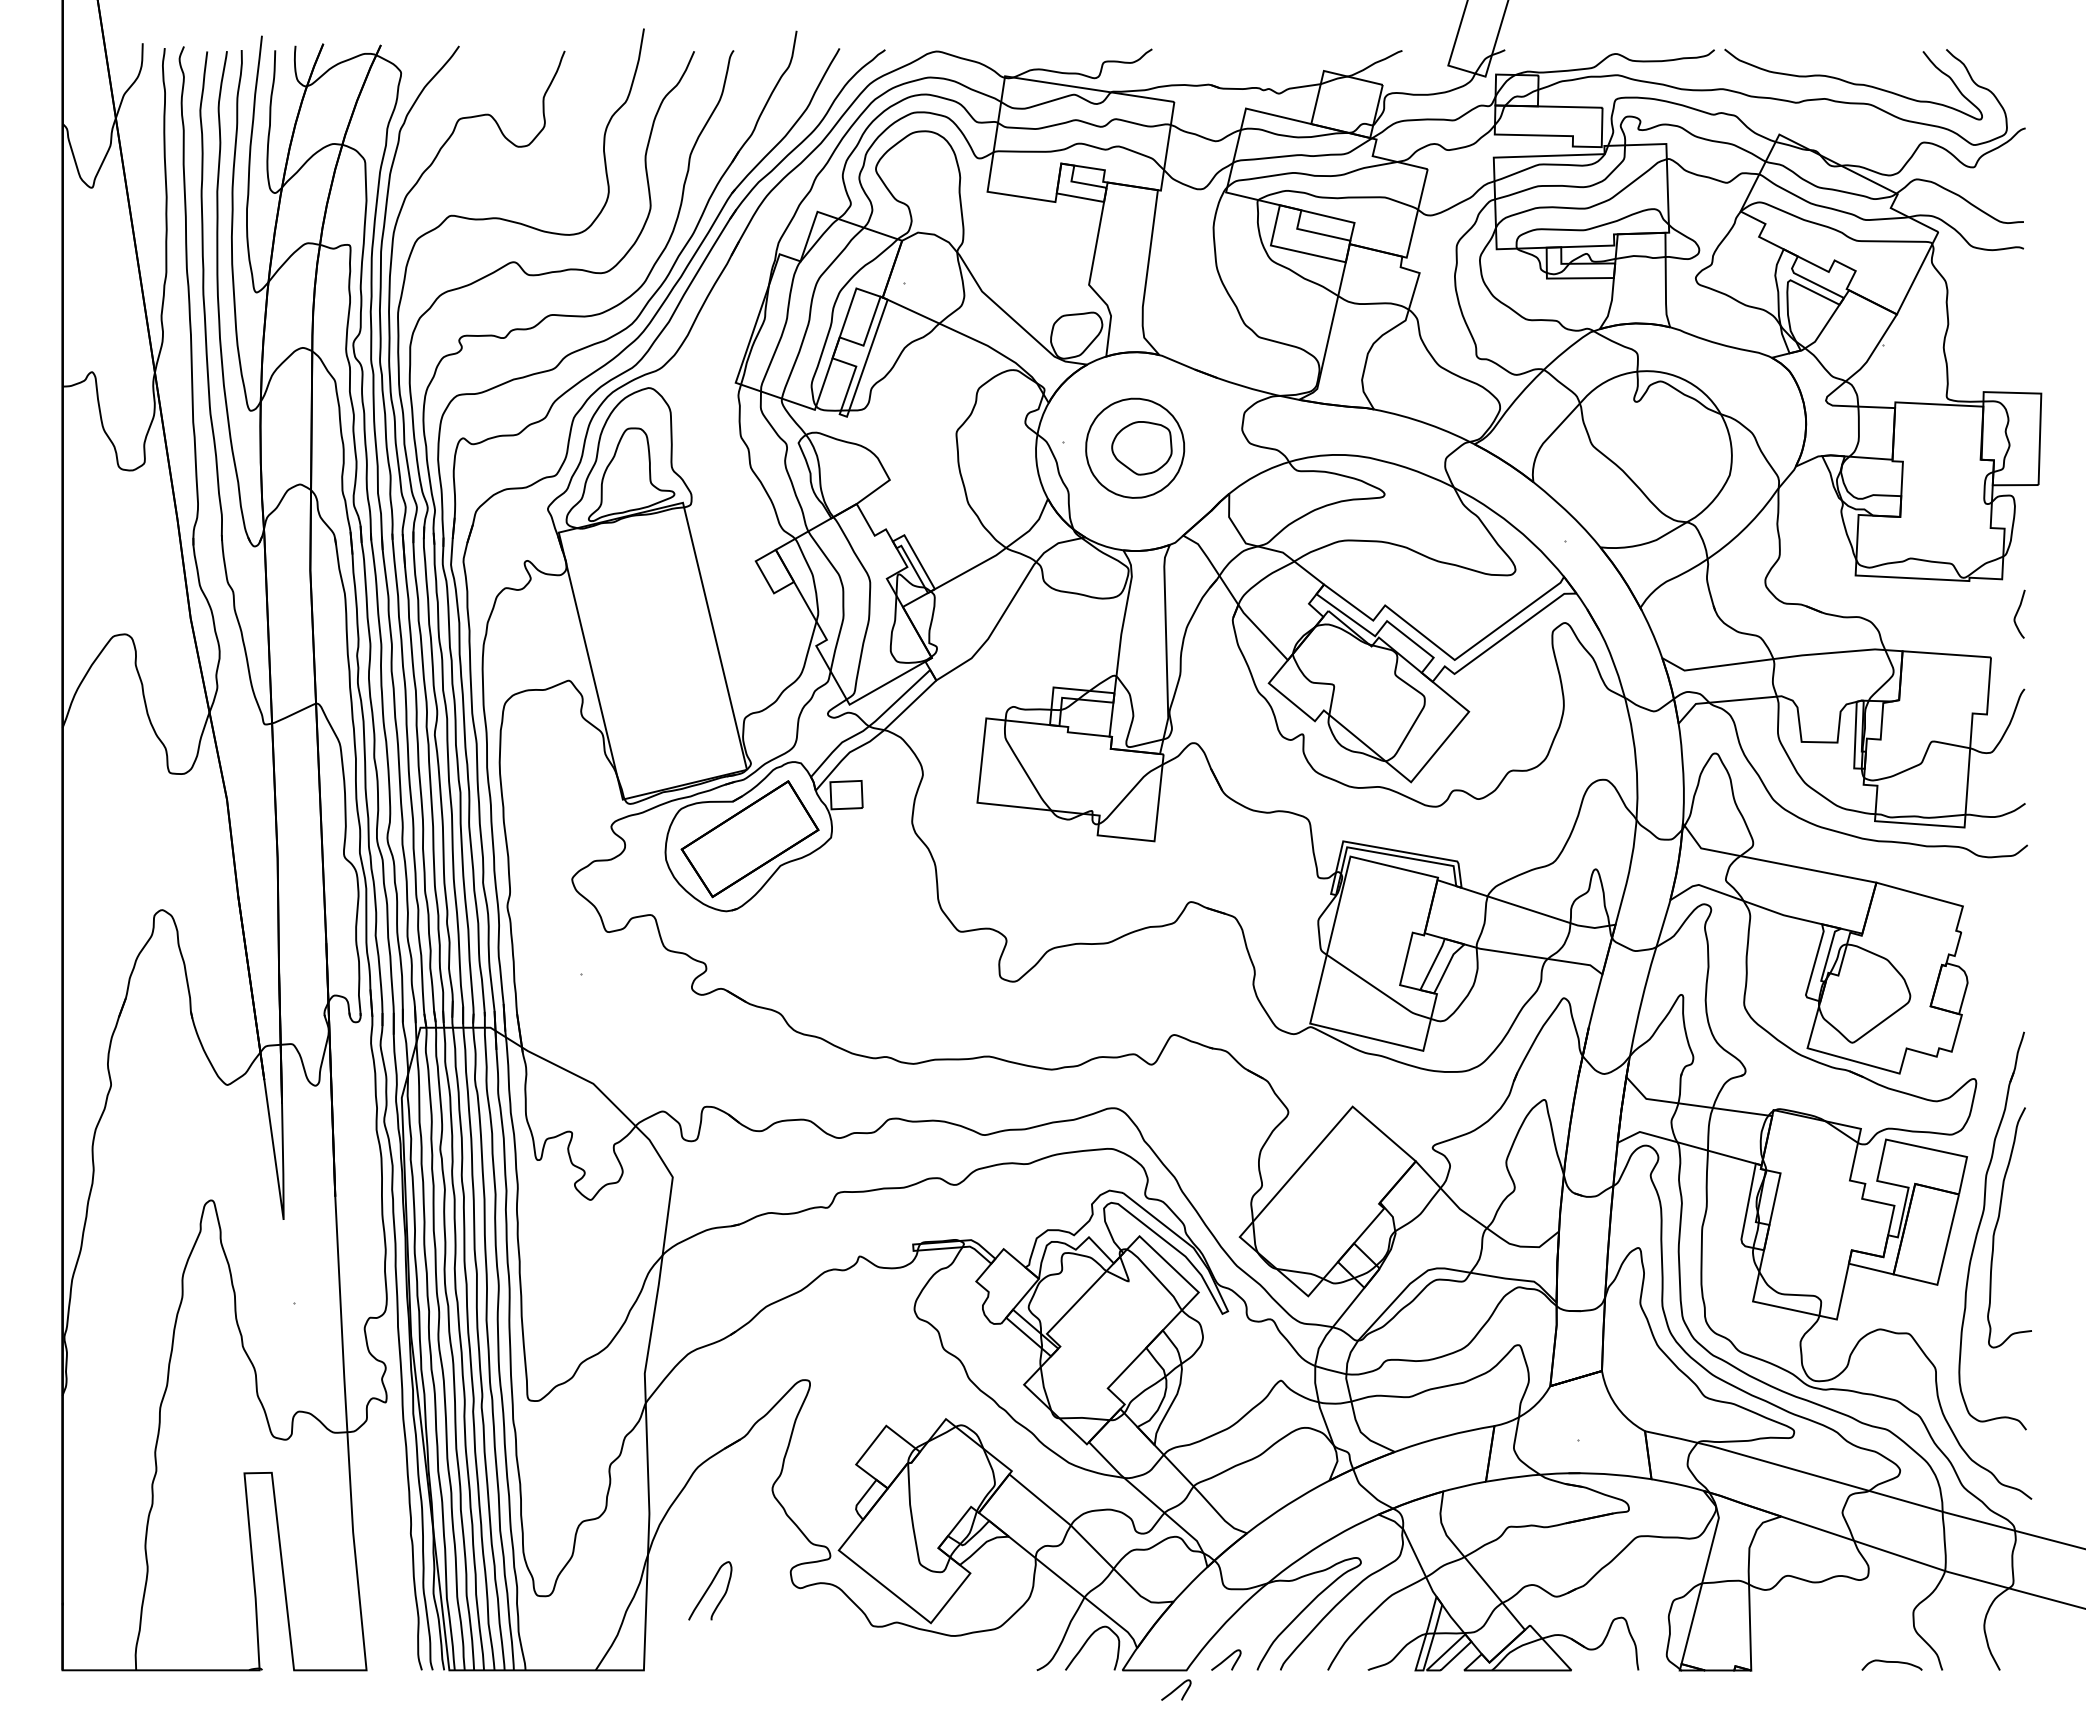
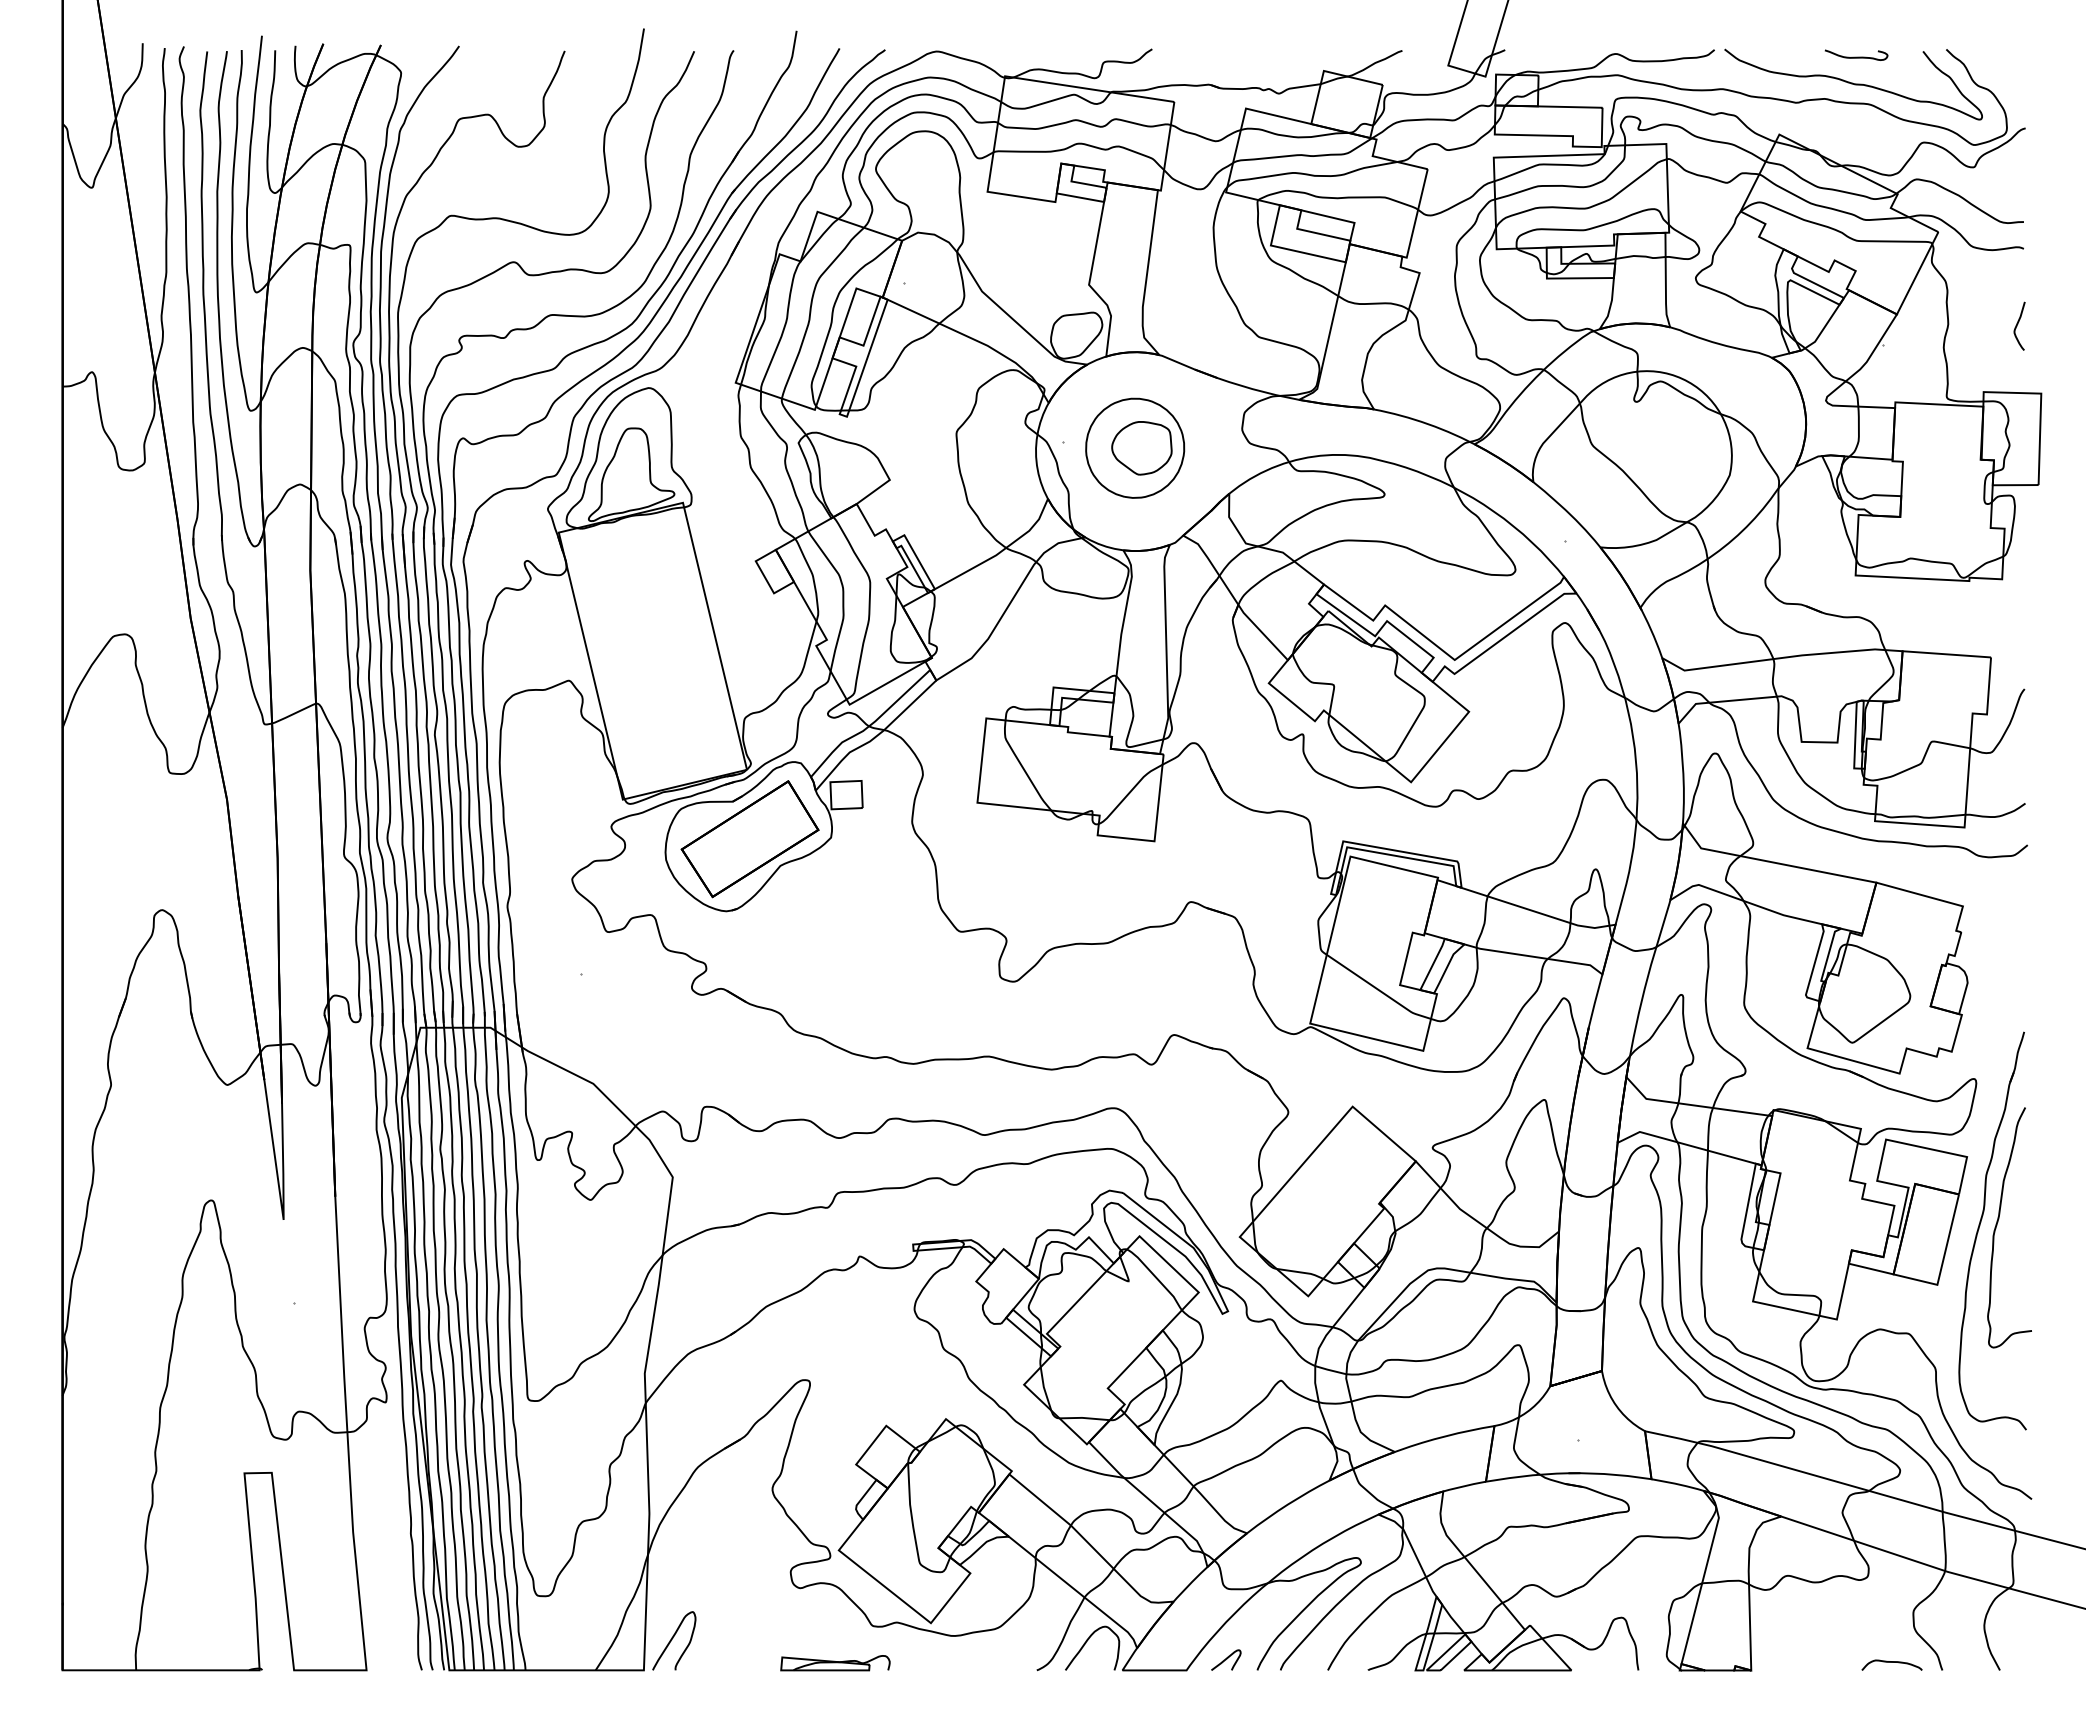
curve at (1856, 56): none -> present
curve at (2018, 612) position: (2018, 612) -> (2018, 324)
curve at (709, 1588) position: (709, 1588) -> (673, 1638)
part at (835, 1663): none -> present
curve at (1176, 1689): present -> none
